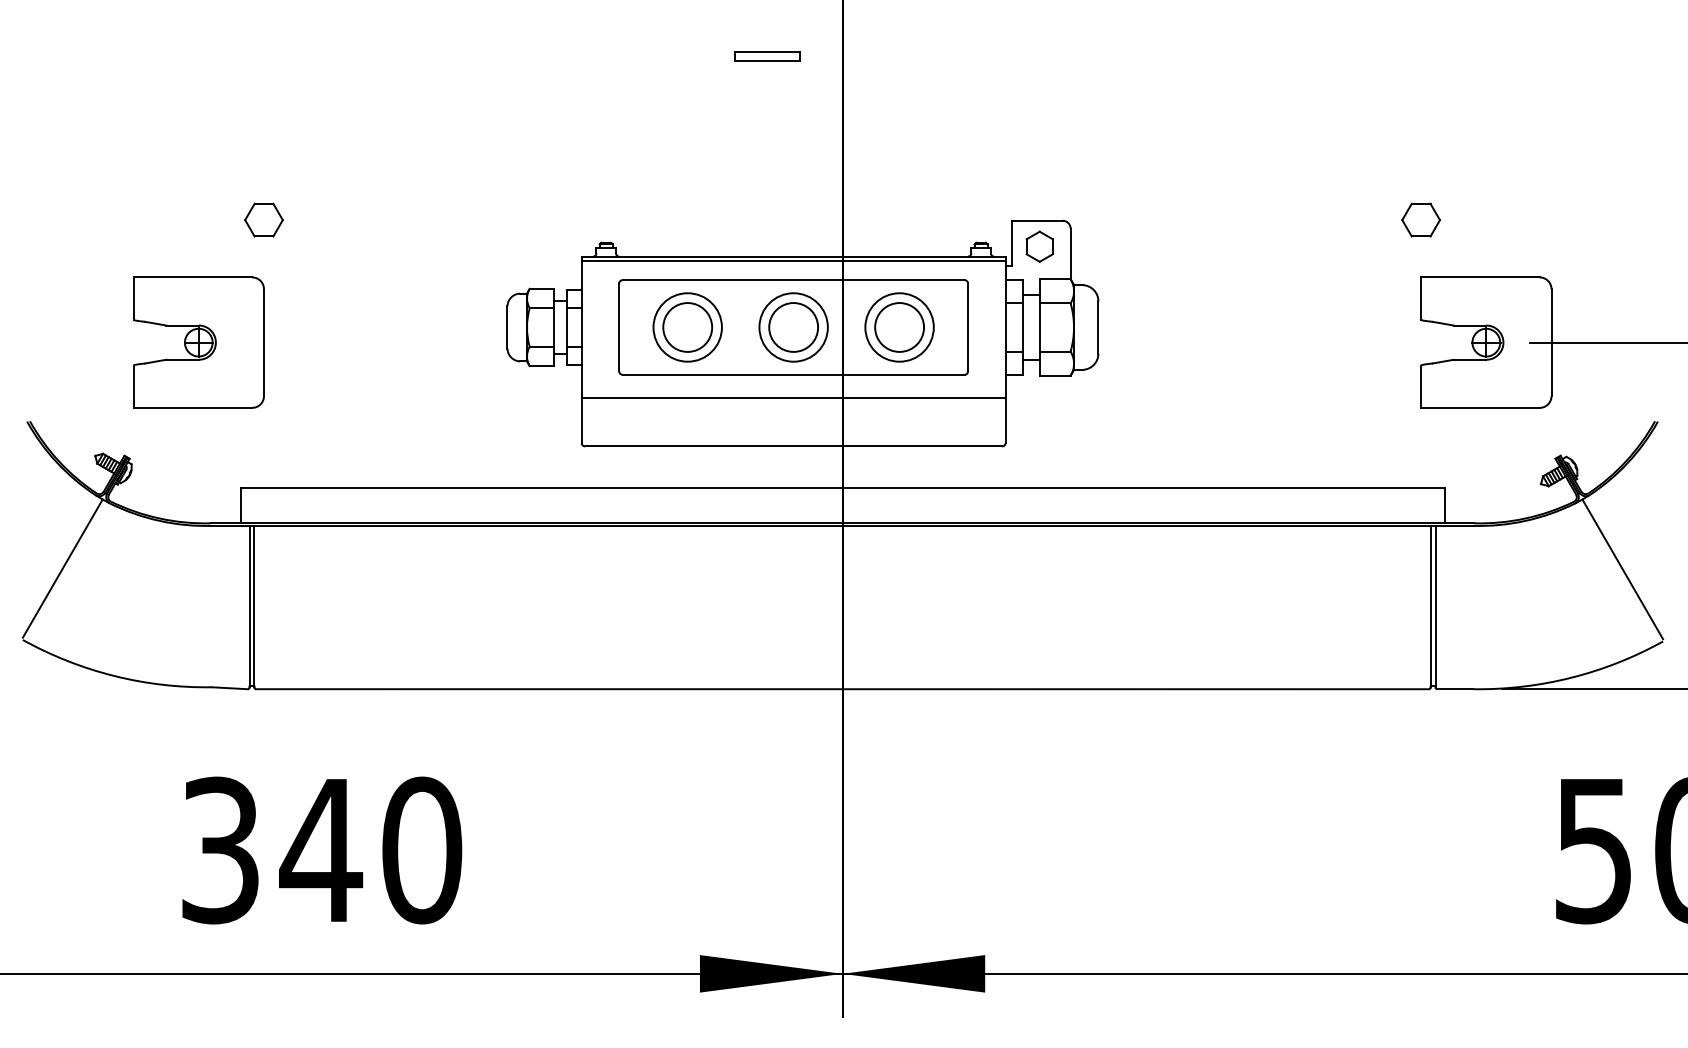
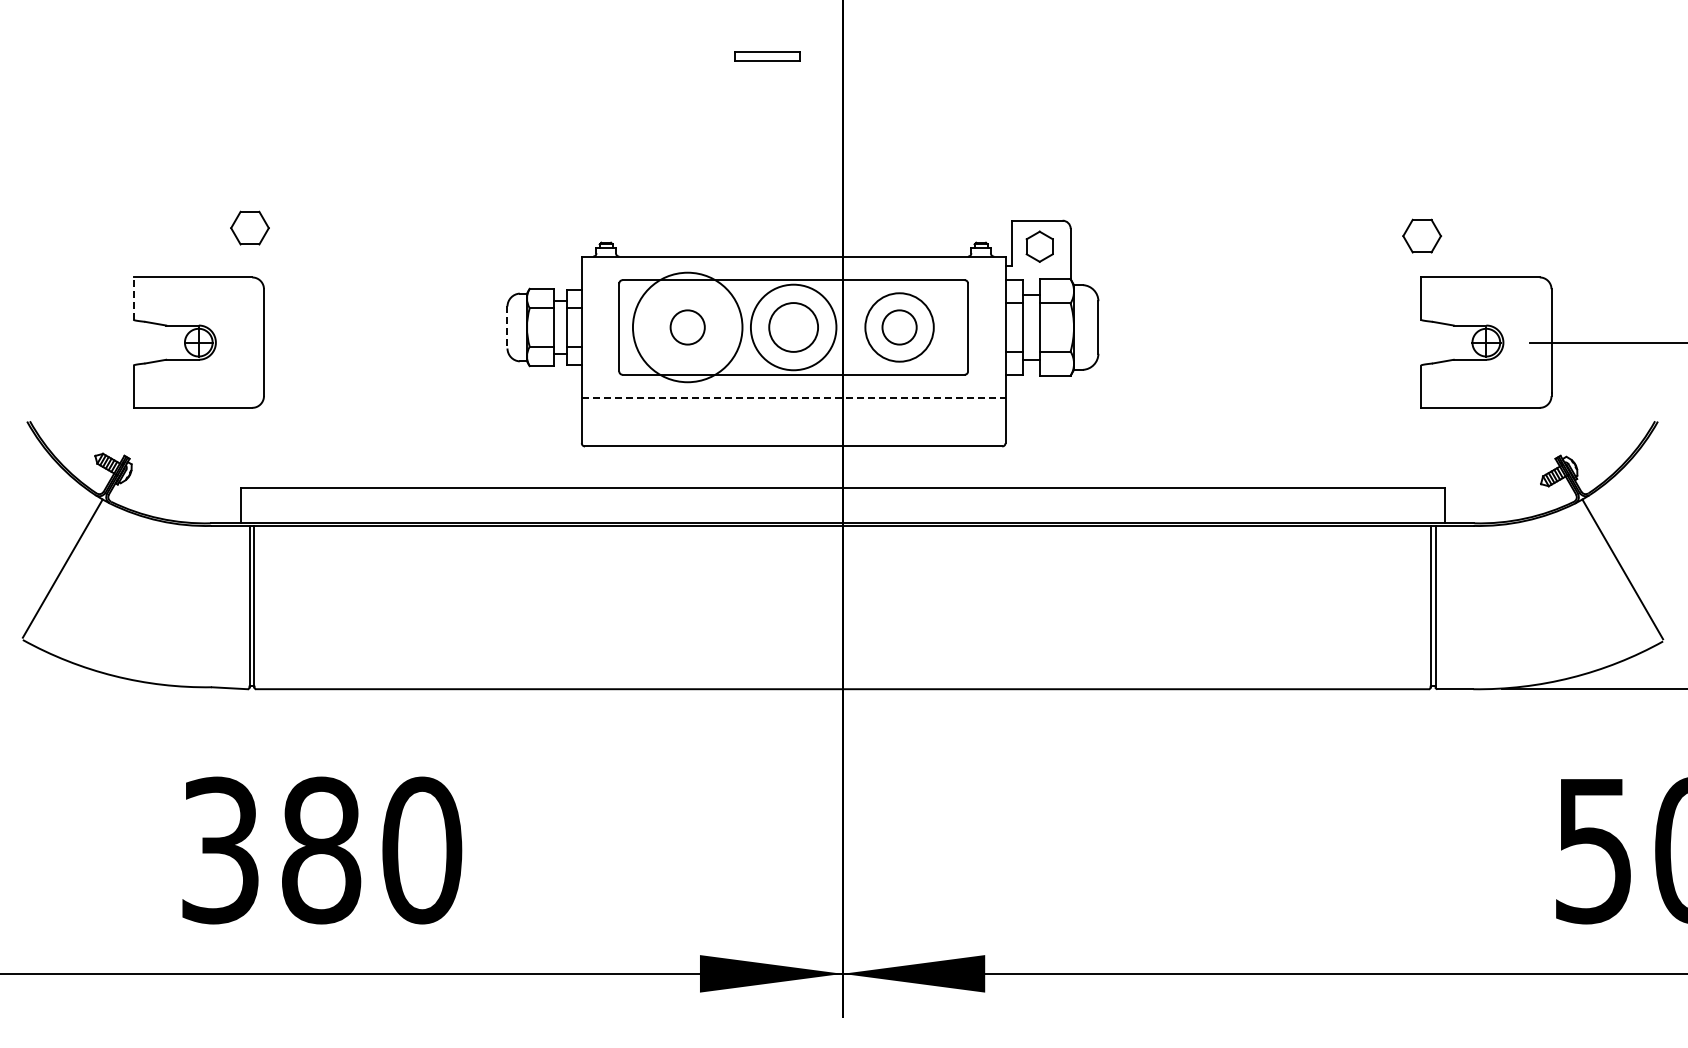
part at (263, 219) position: (263, 219) -> (249, 227)
part at (1421, 219) position: (1421, 219) -> (1422, 235)
line at (793, 260): present -> none
line at (133, 298): solid -> dashed
line at (507, 327): solid -> dashed
circle at (687, 327) diameter: 49 px -> 34 px
circle at (687, 327) diameter: 68 px -> 110 px
circle at (793, 327) diameter: 68 px -> 86 px
circle at (899, 327) diameter: 49 px -> 34 px
line at (793, 397): solid -> dashed
text at (321, 850): 340 -> 380
